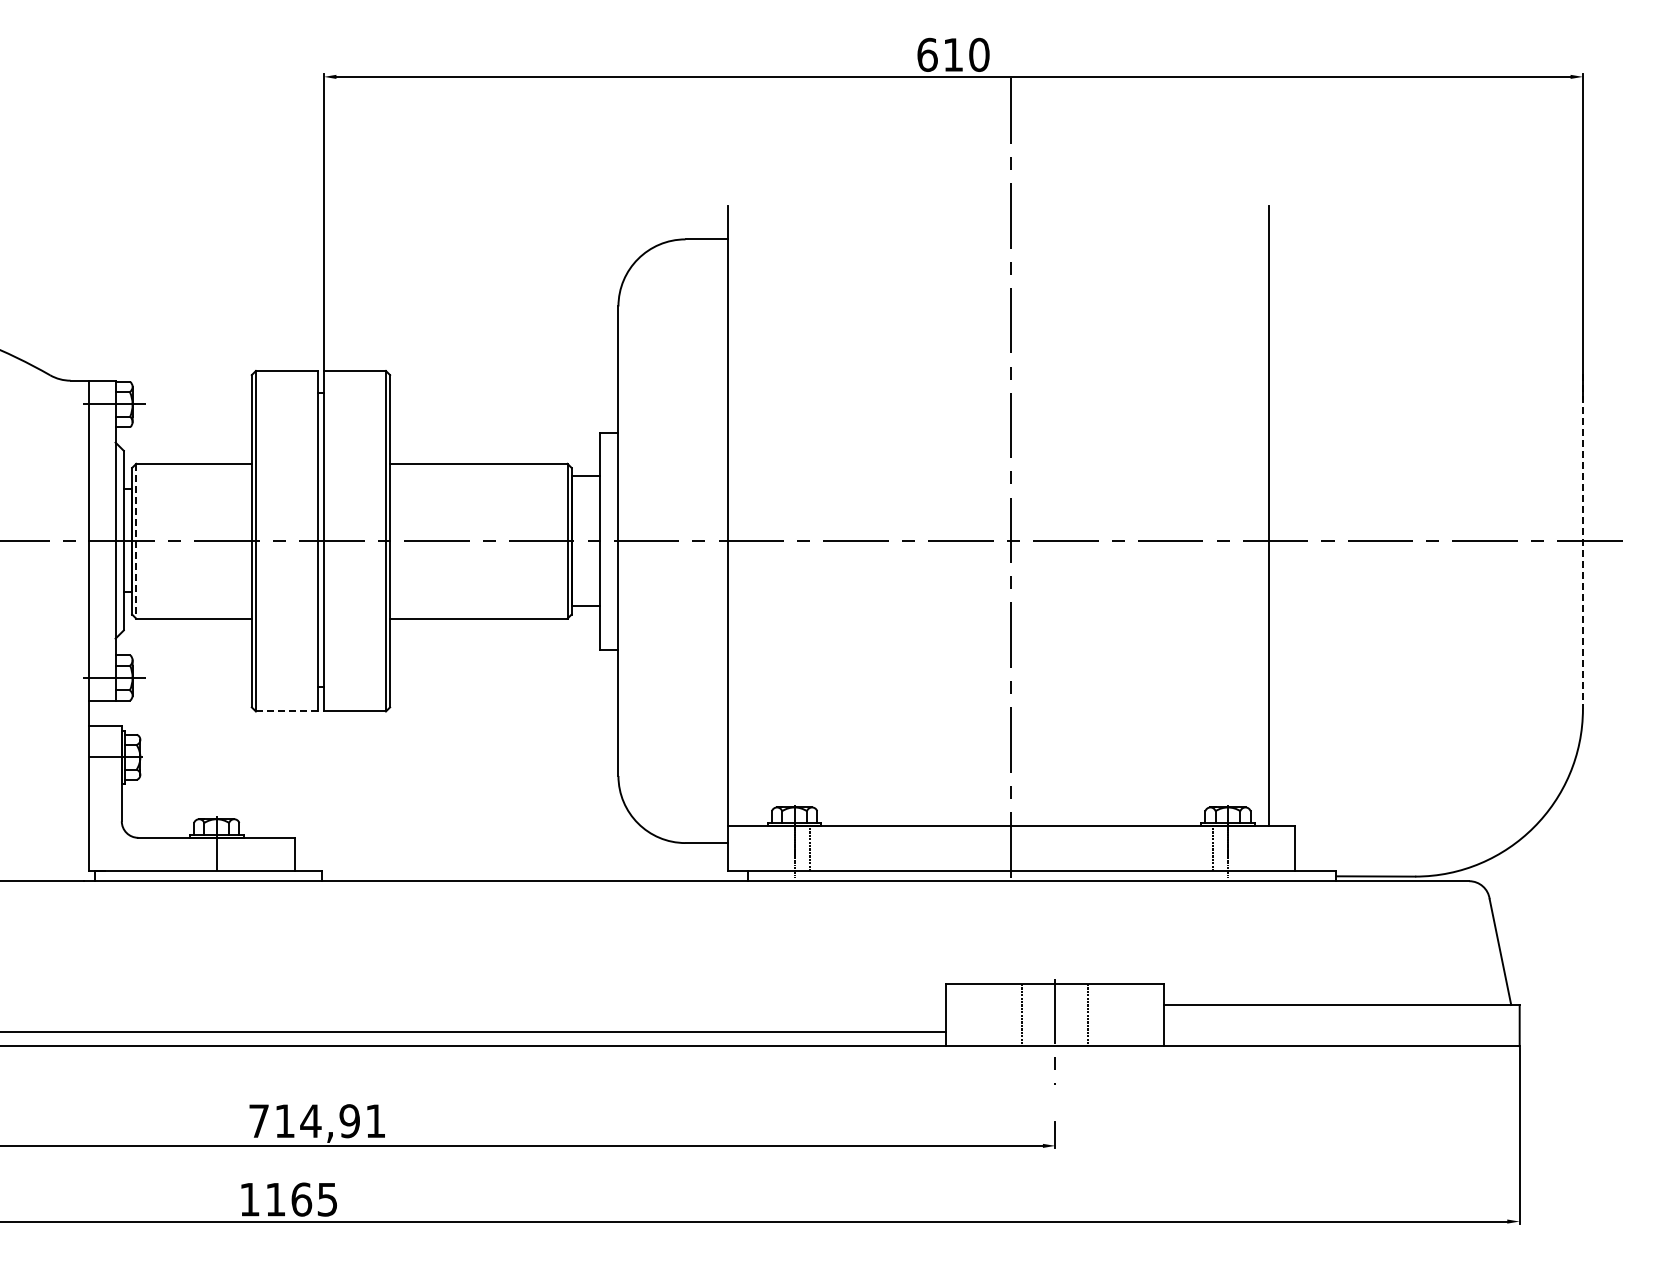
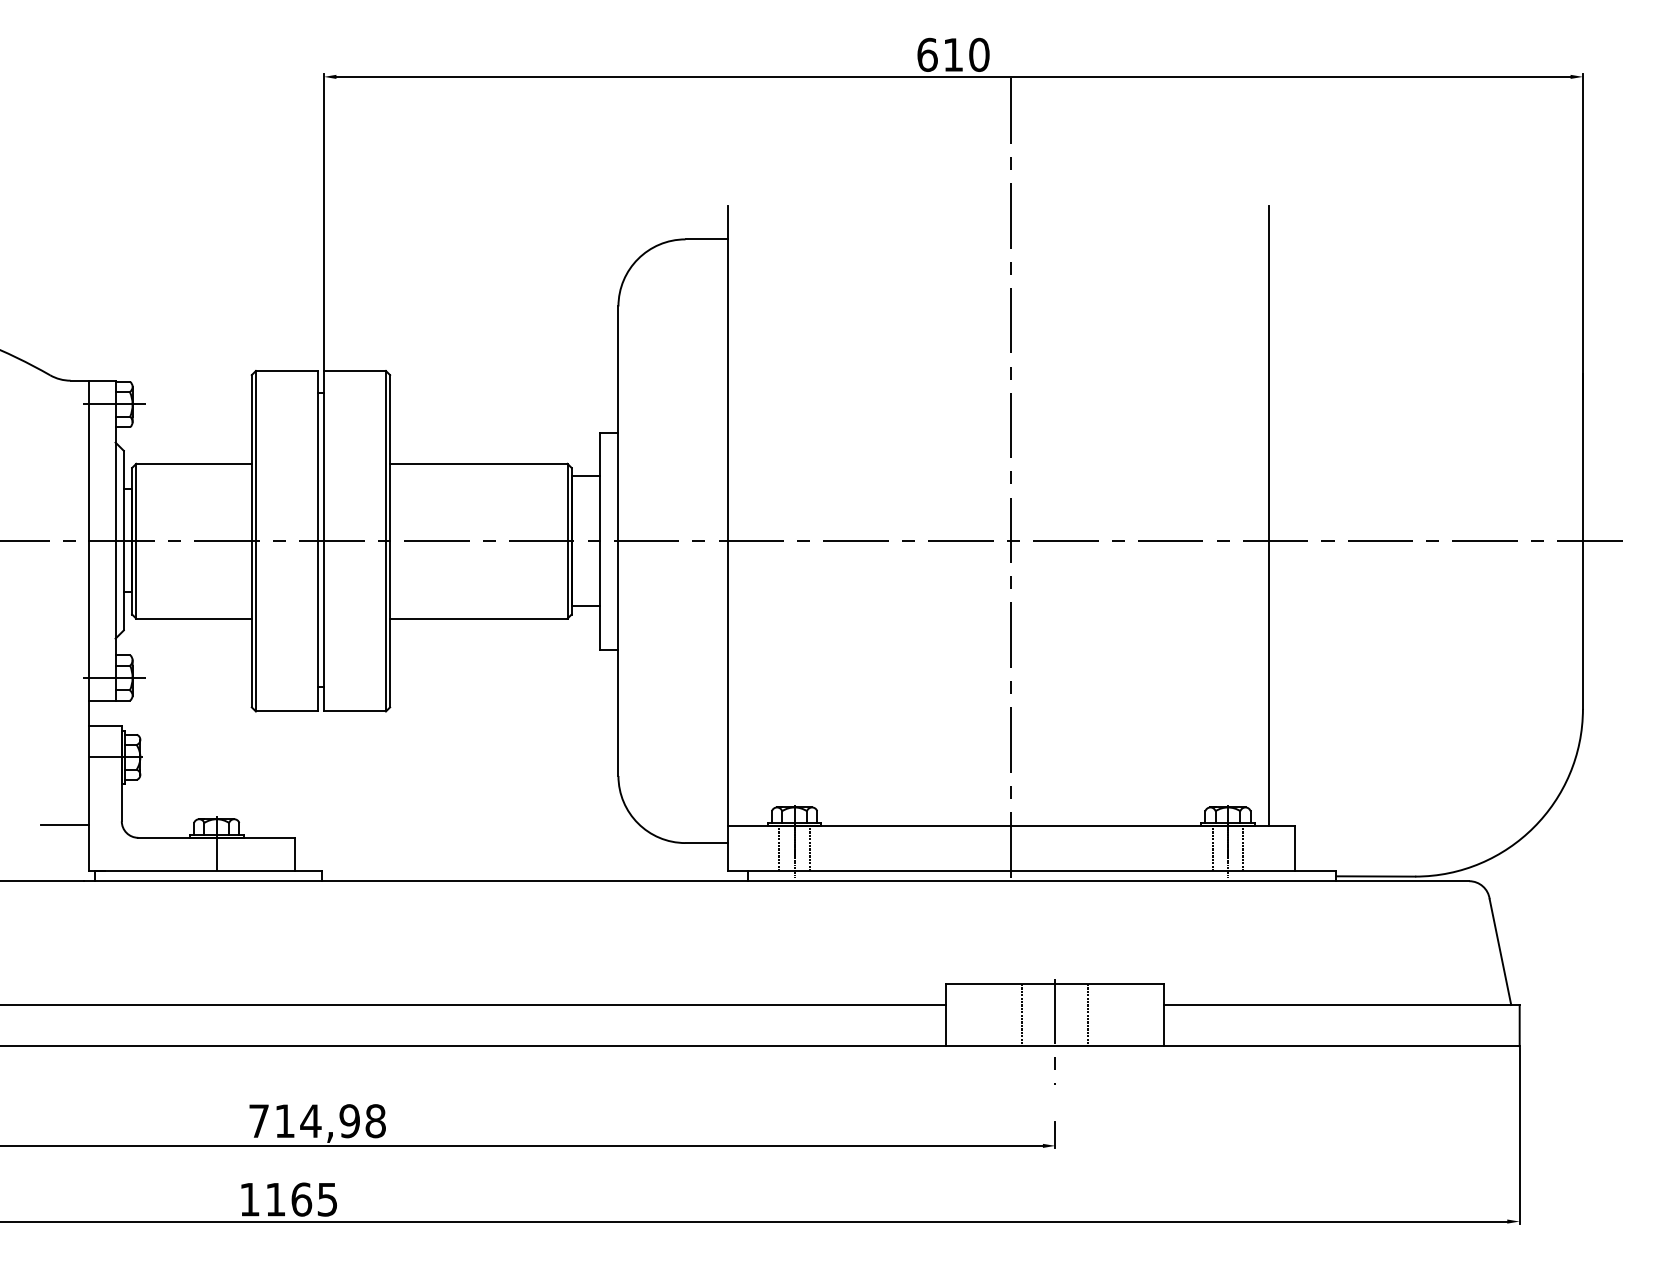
line at (136, 541): dashed -> solid
line at (1582, 541): dashed -> solid
line at (286, 711): dashed -> solid
line at (64, 825): none -> present
line at (779, 848): none -> present
line at (1243, 848): none -> present
line at (474, 1032) position: (474, 1032) -> (474, 1005)
text at (375, 1121): 714,91 -> 714,98
